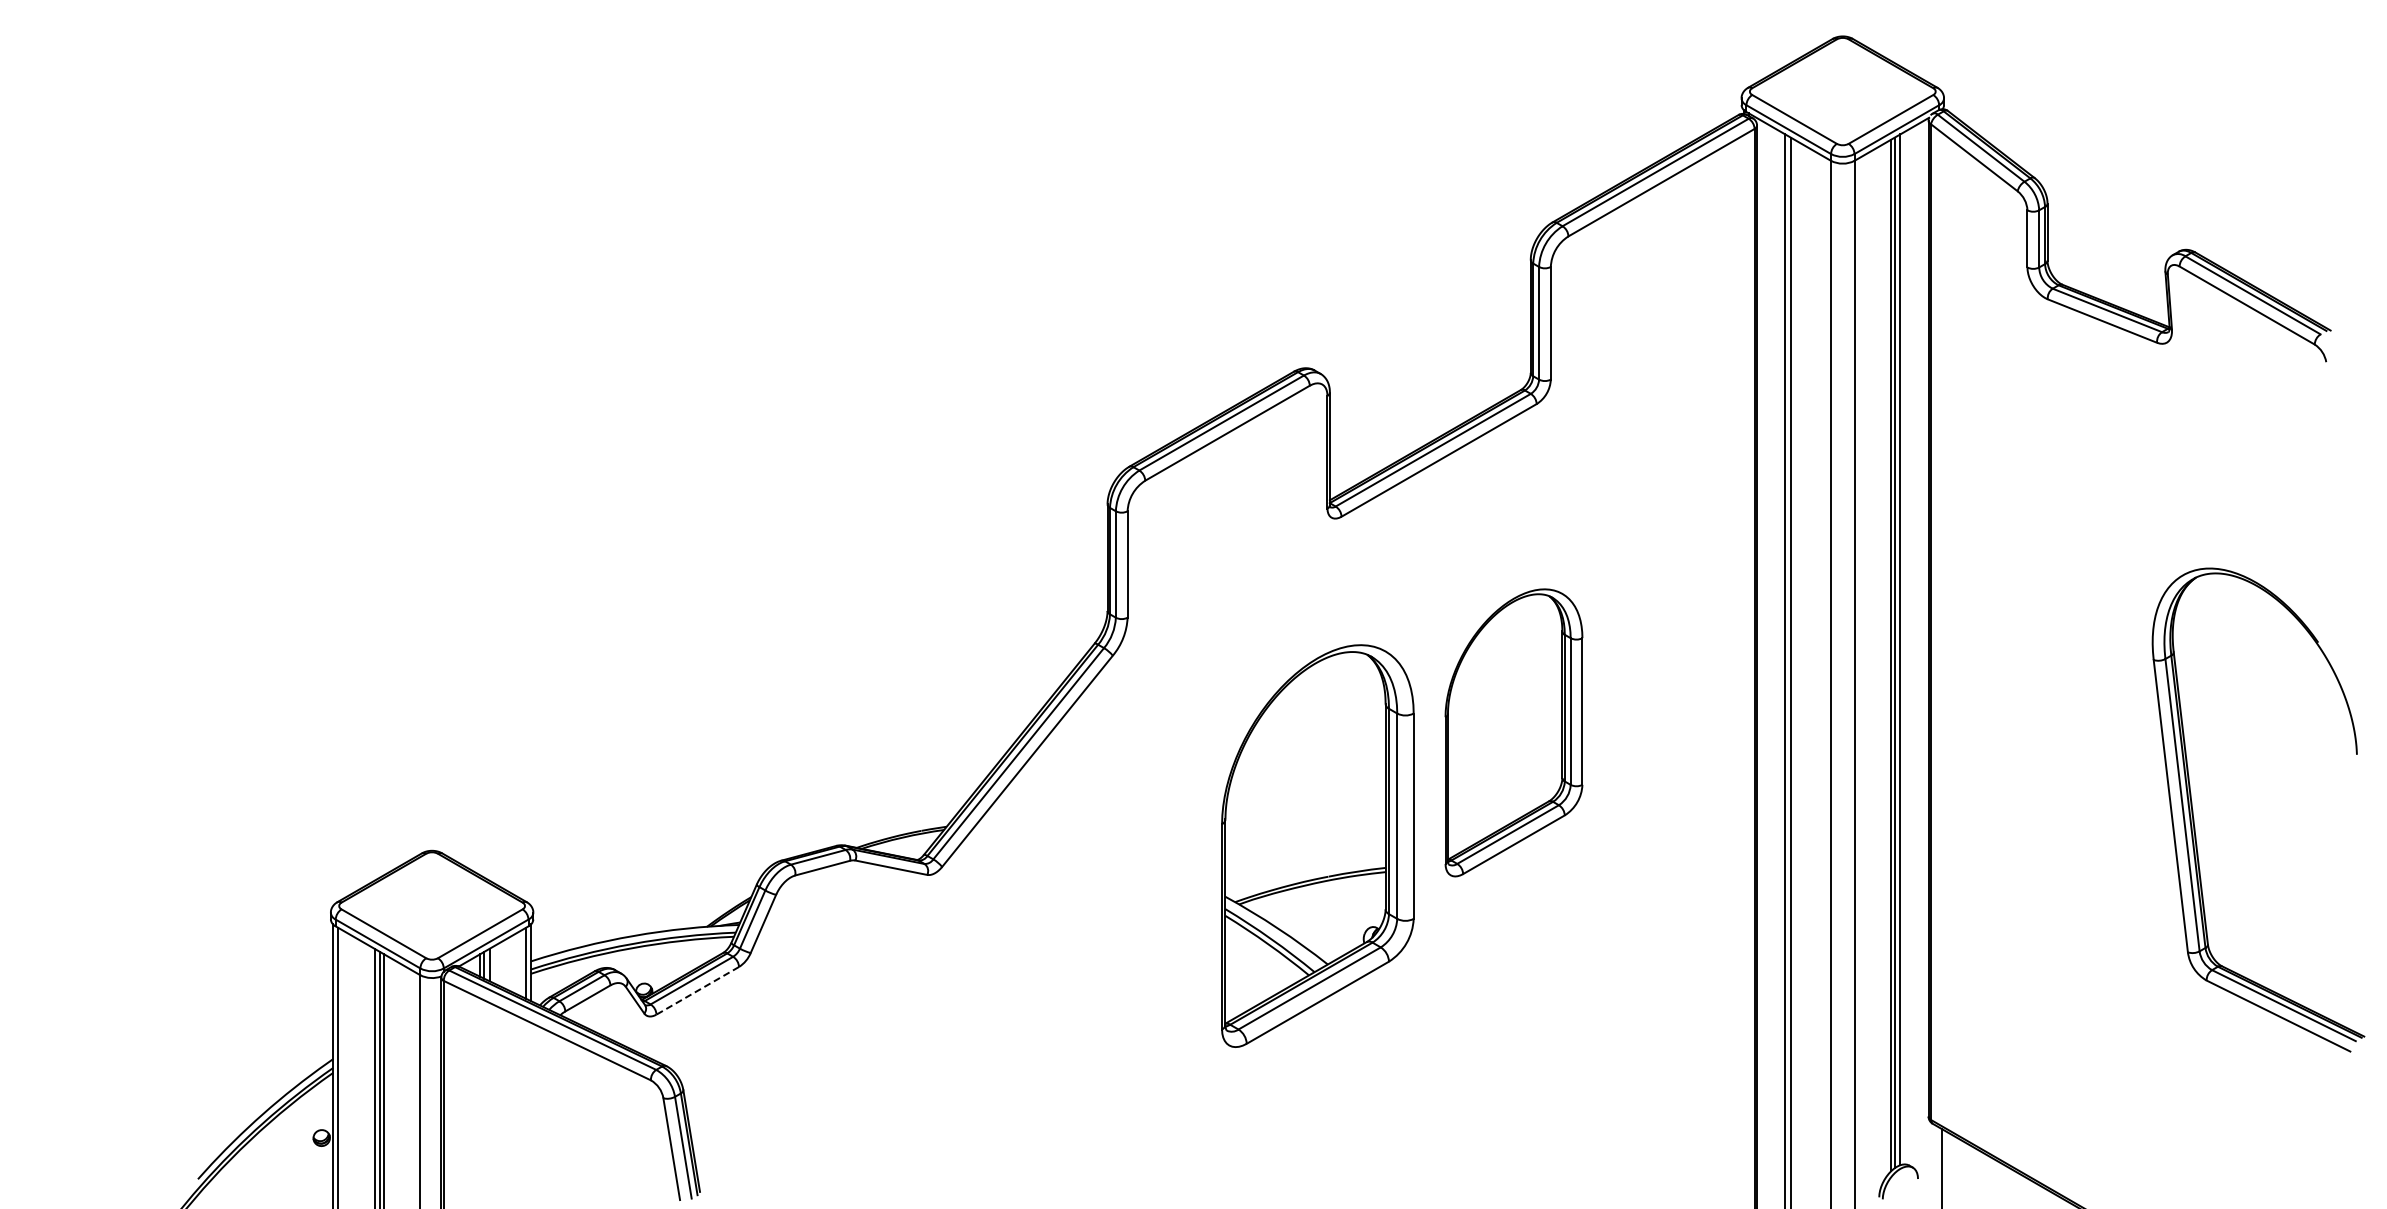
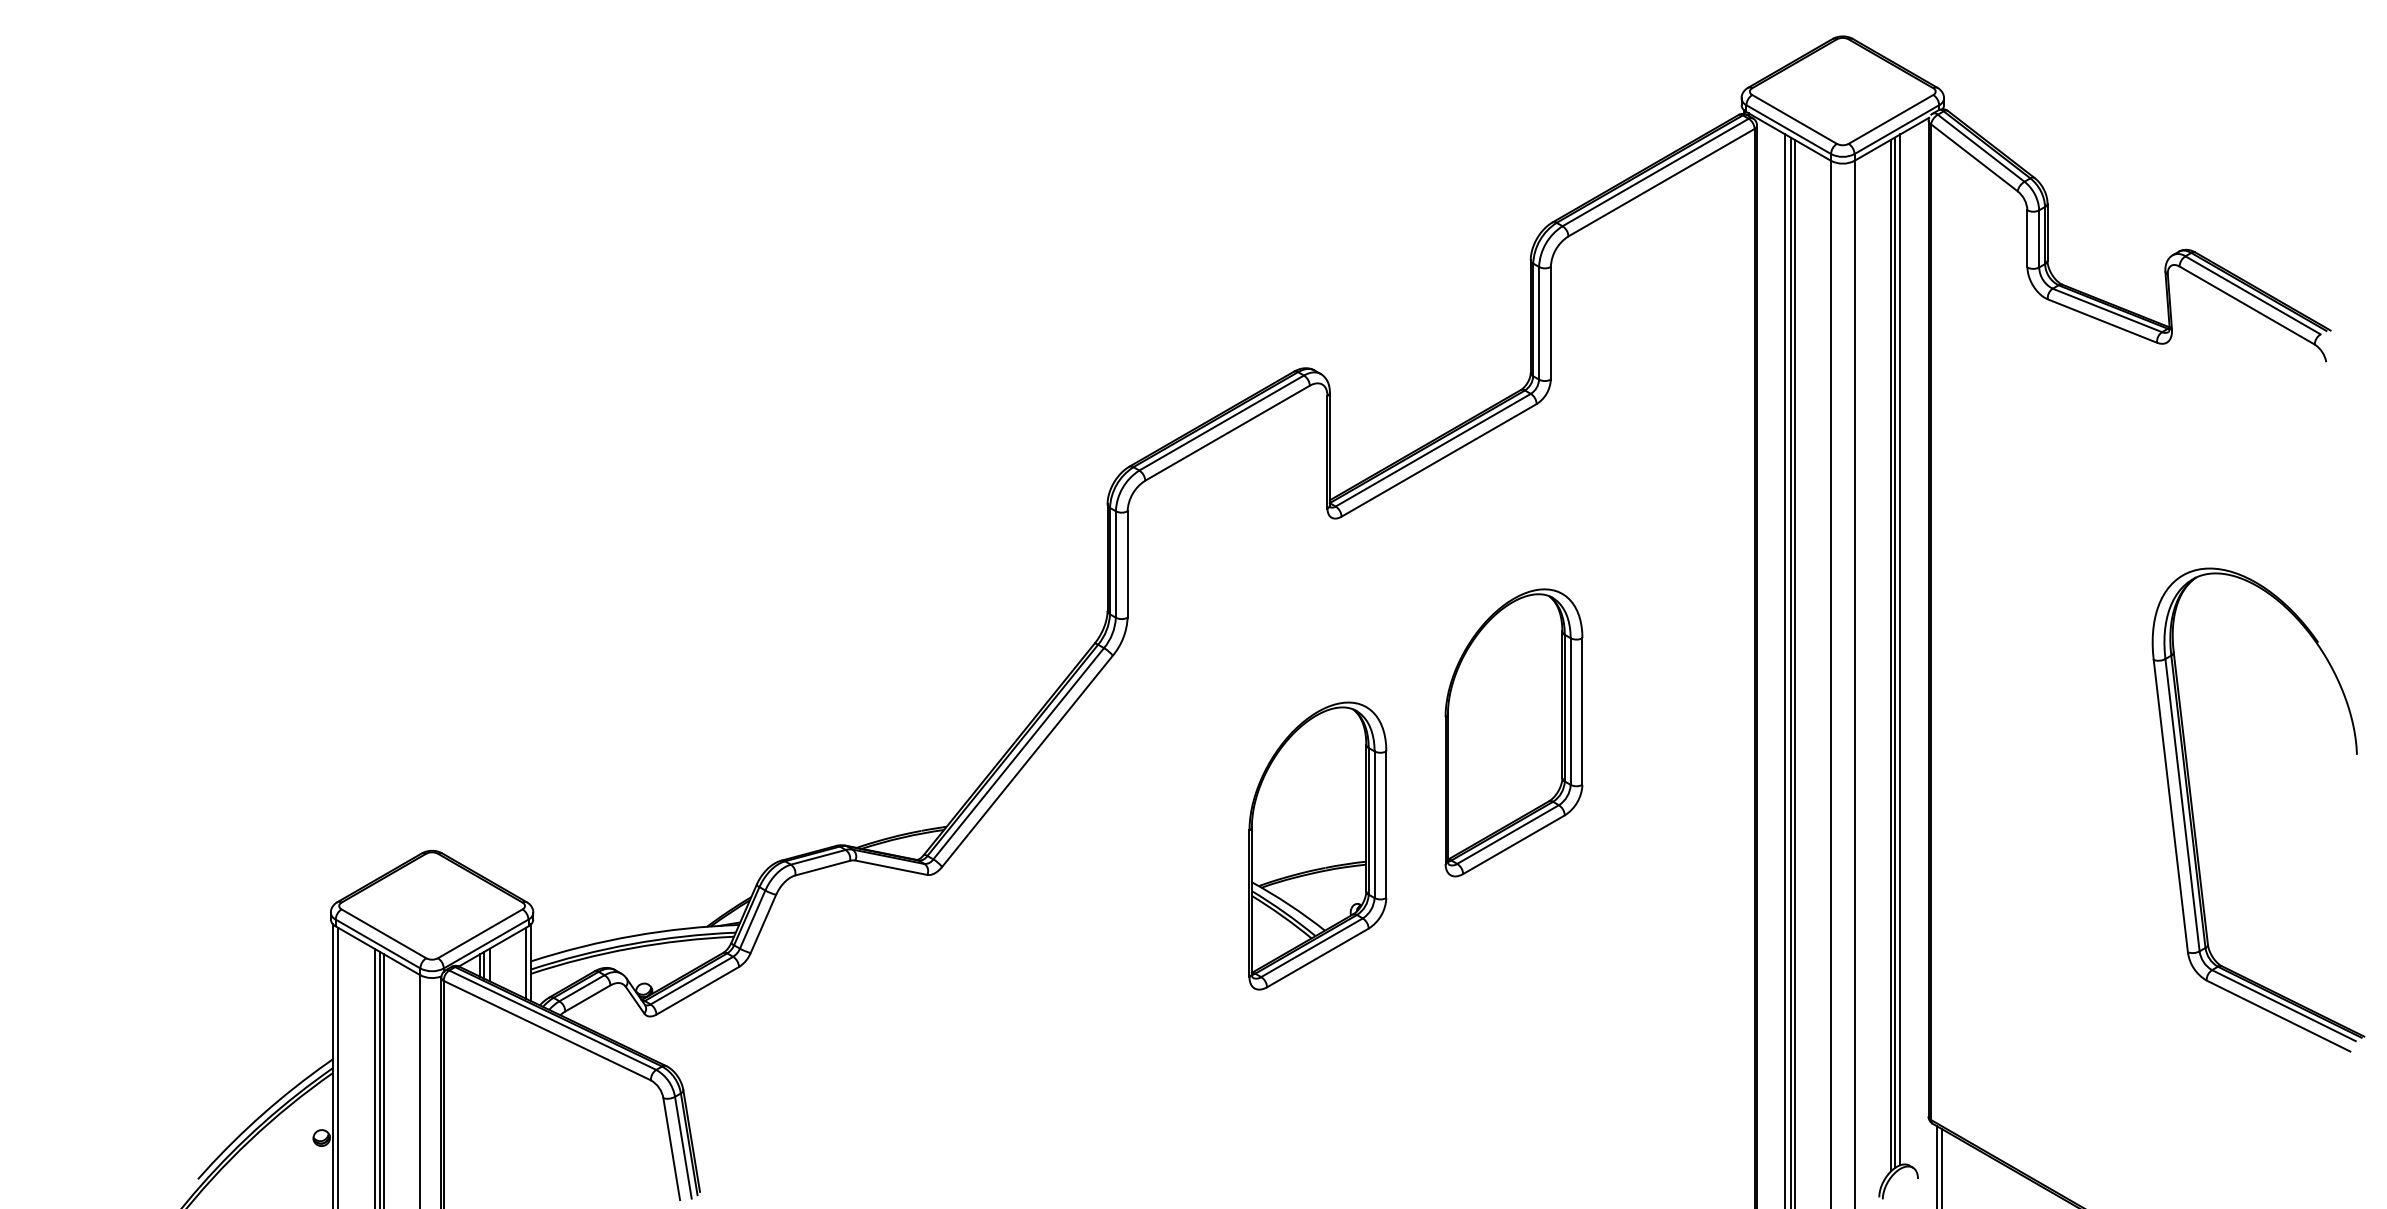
line at (1794, 672): none -> present
part at (1317, 845) size: 194x404 px -> 140x290 px
line at (697, 990): dashed -> solid
line at (1936, 1165): none -> present
